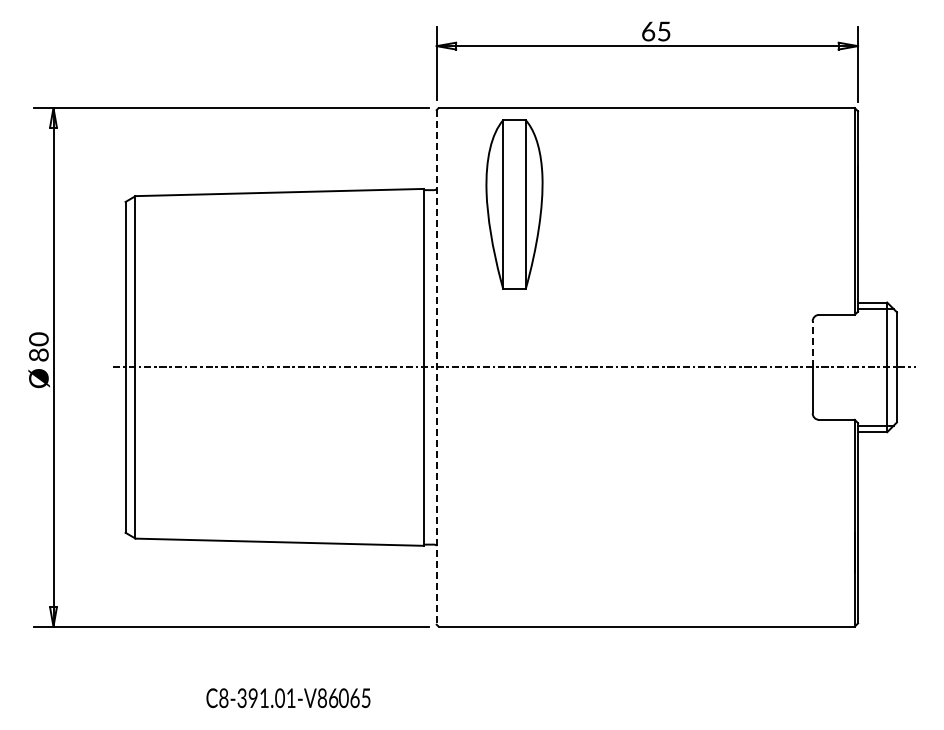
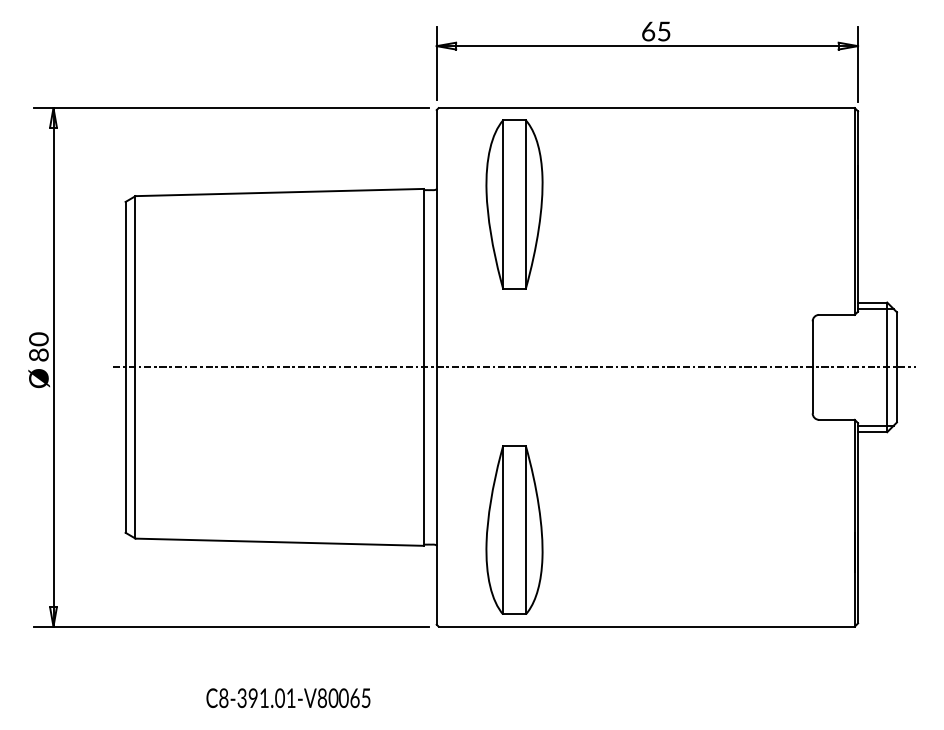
line at (812, 343): dashed -> solid
line at (436, 367): dashed -> solid
part at (514, 529): none -> present
text at (333, 697): C8-391.01-V86 -> C8-391.01-V80
